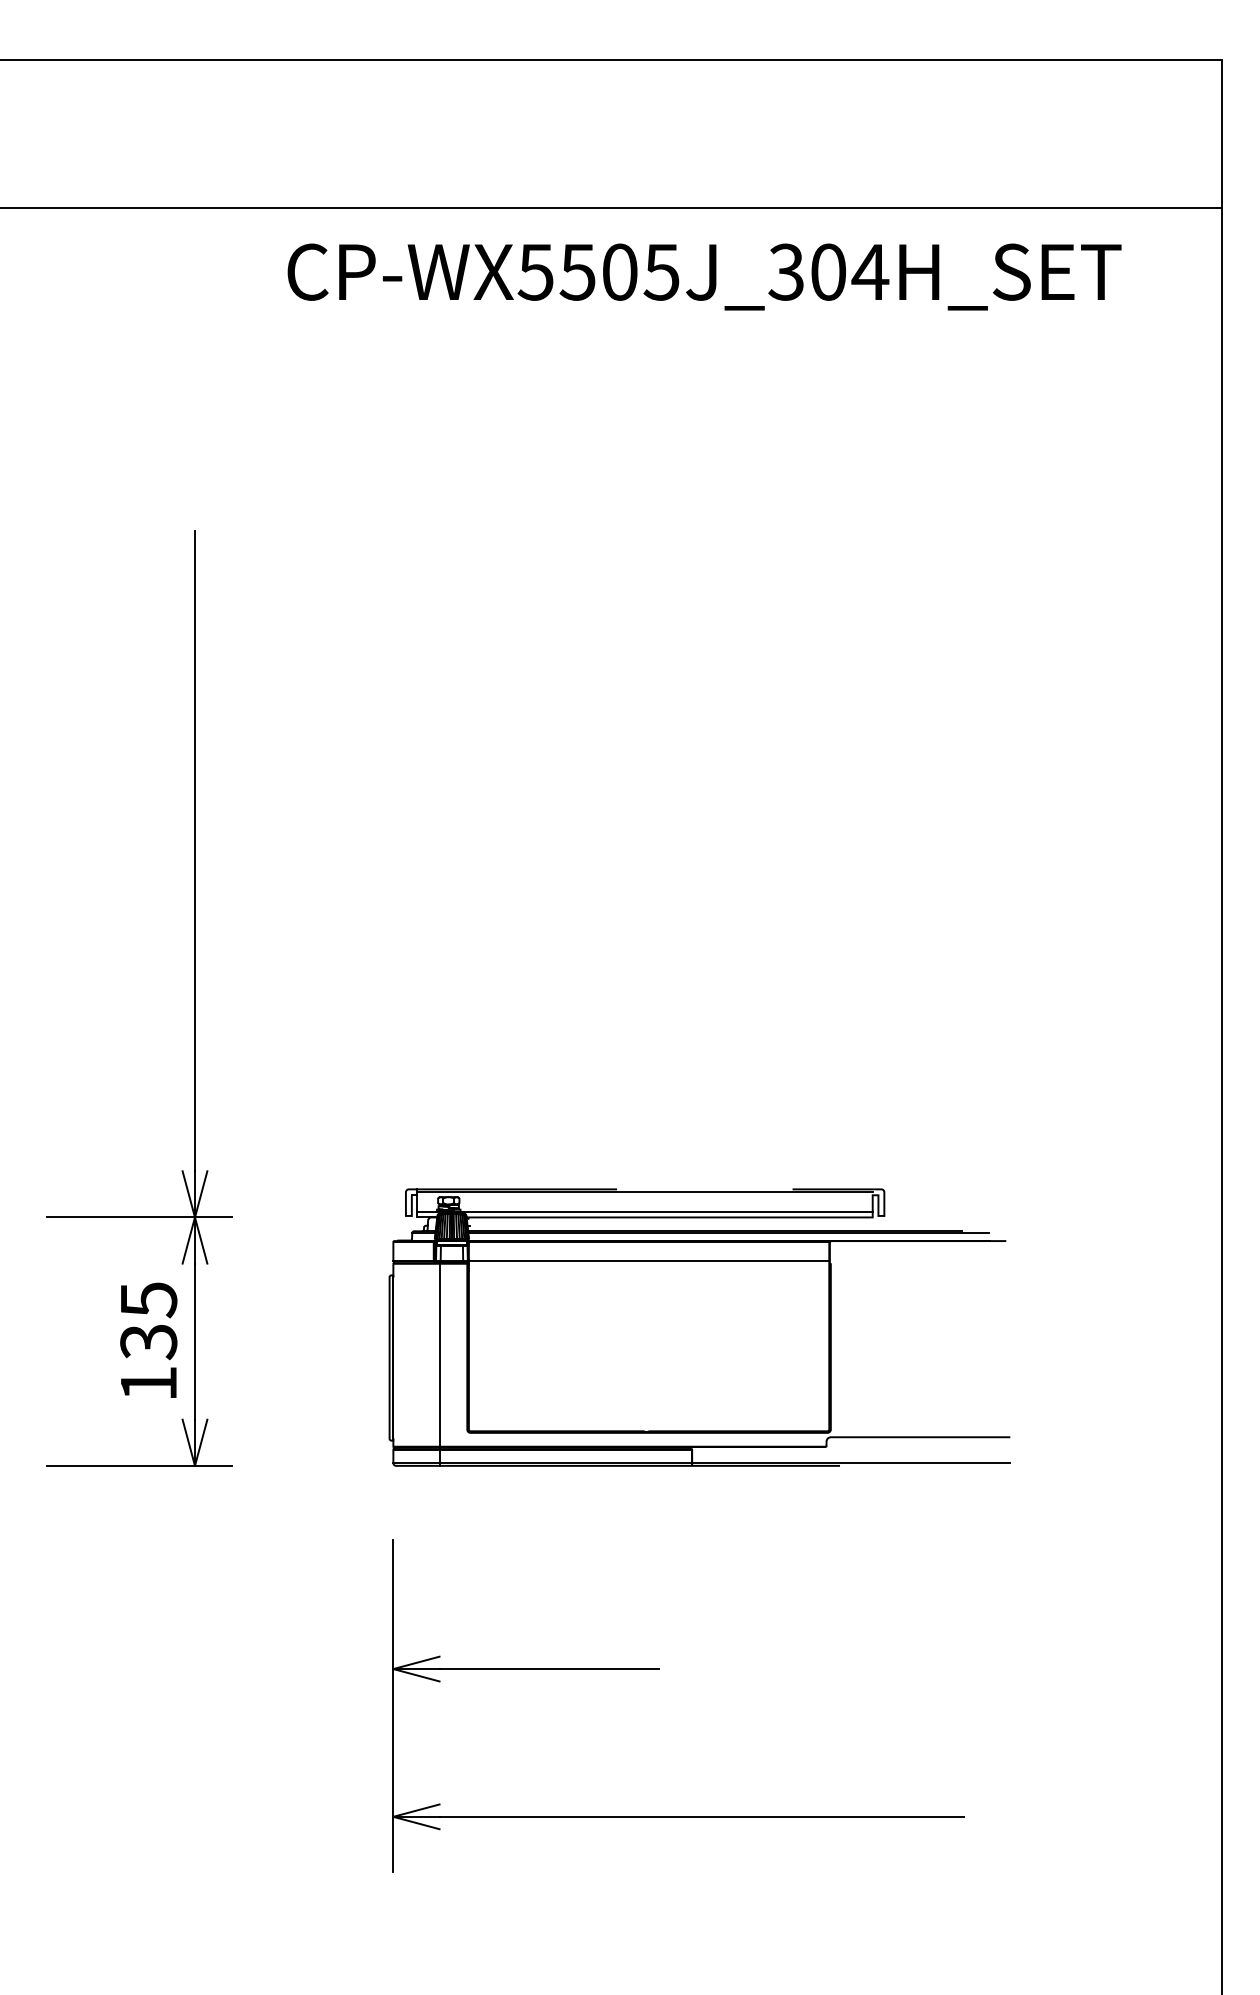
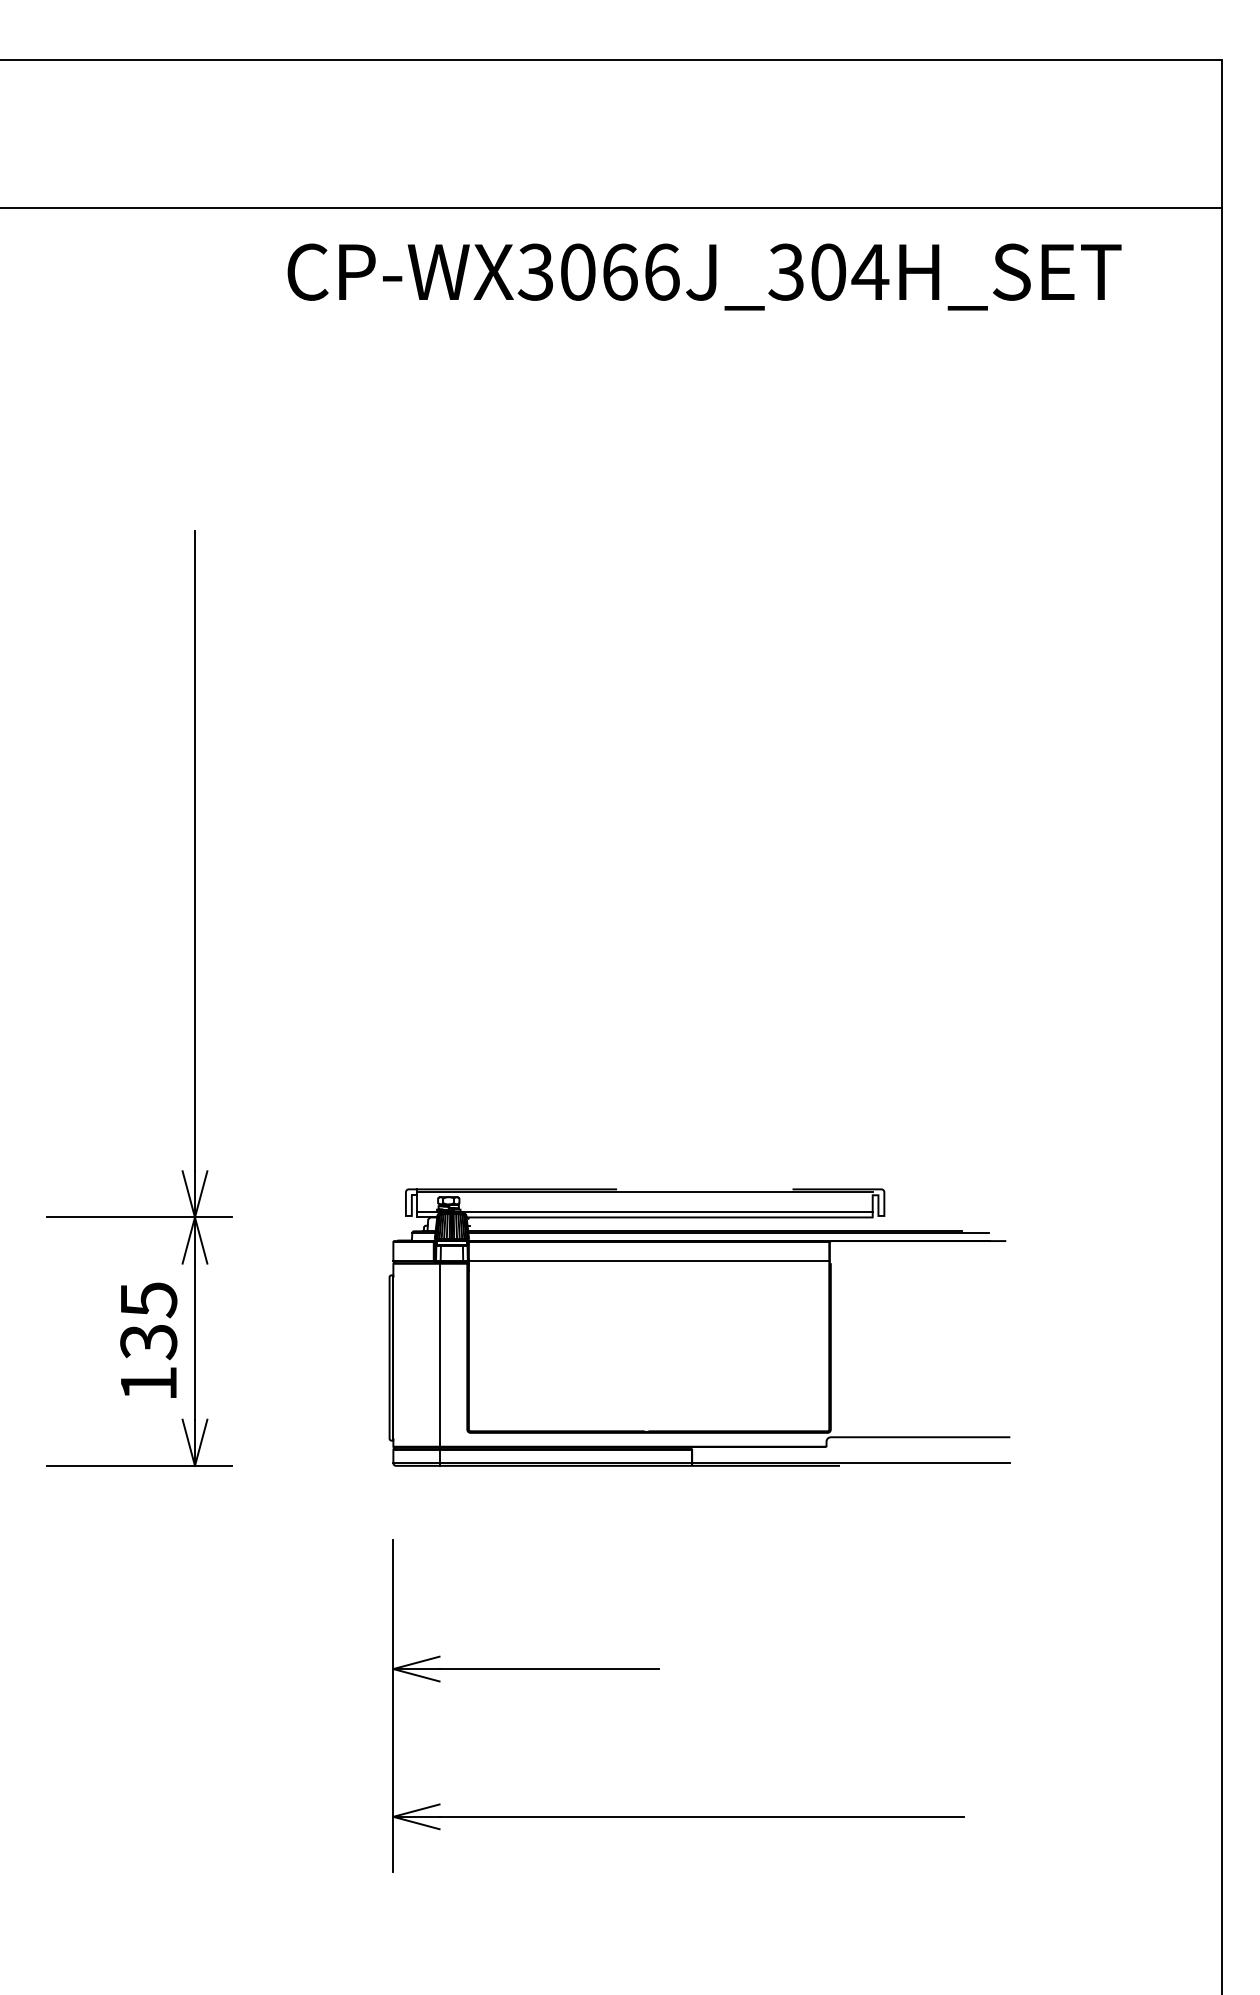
text at (598, 271): CP-WX5505J_304H_SET -> CP-WX3066J_304H_SET
